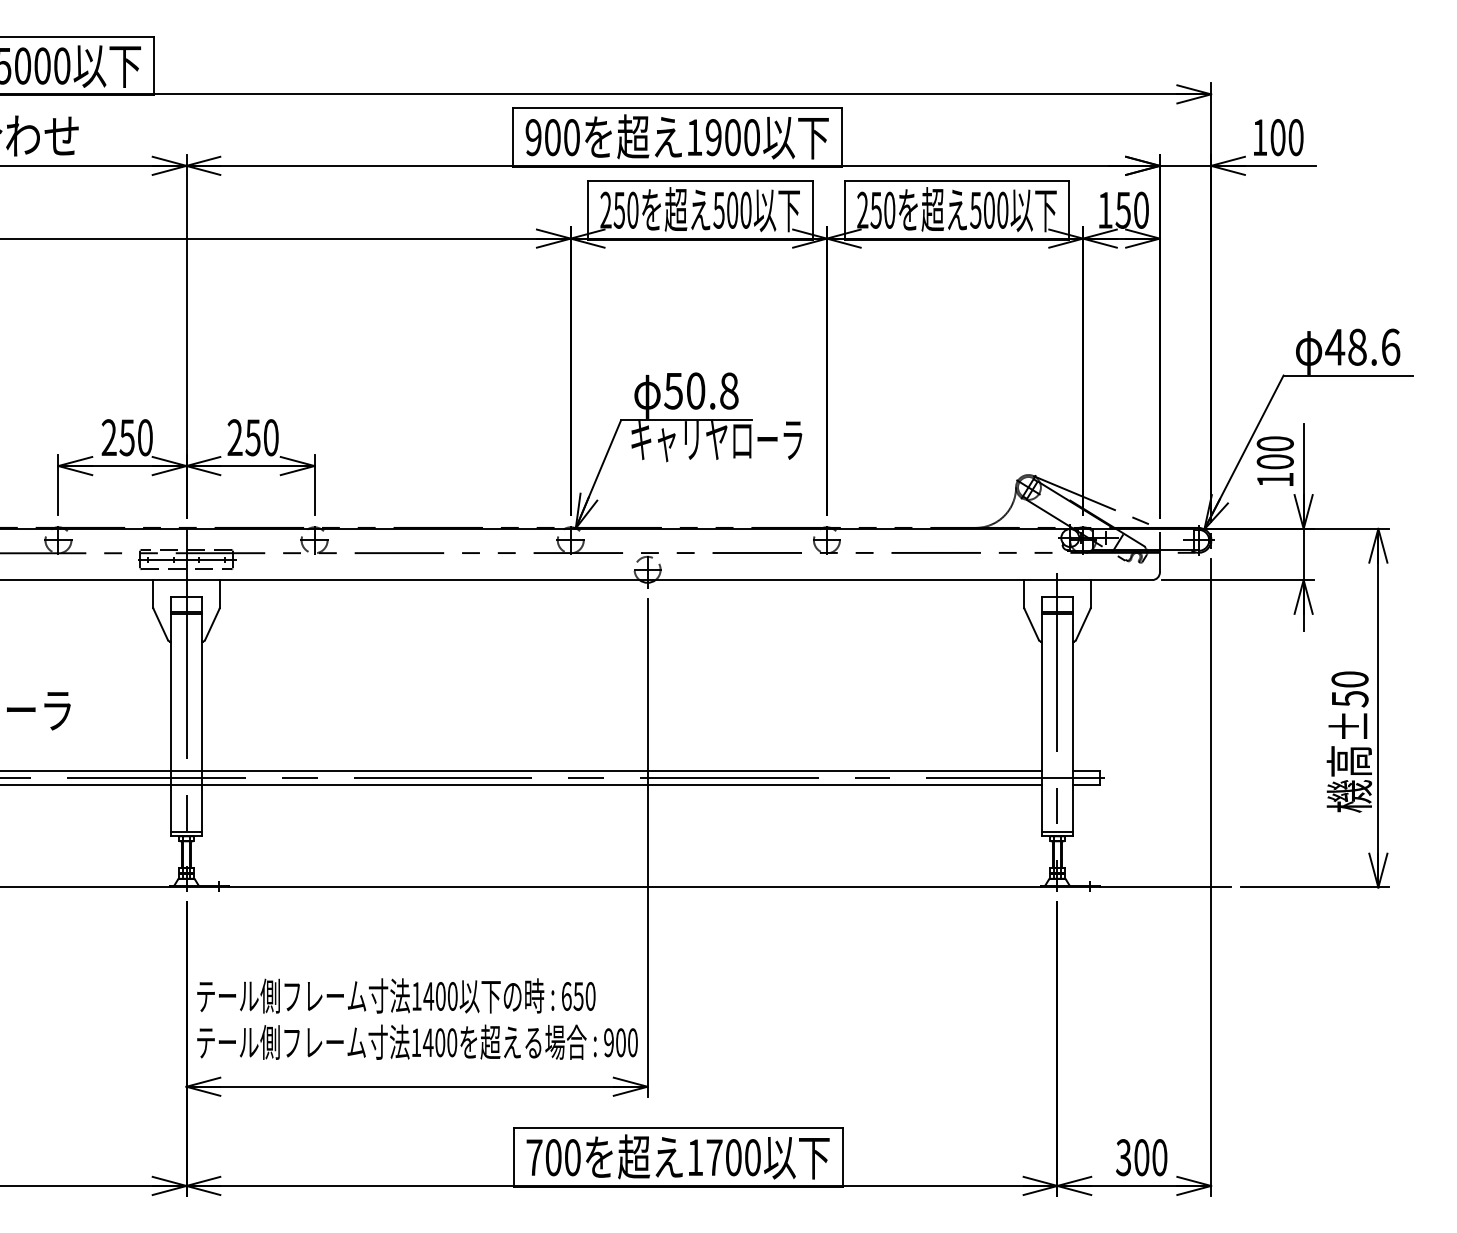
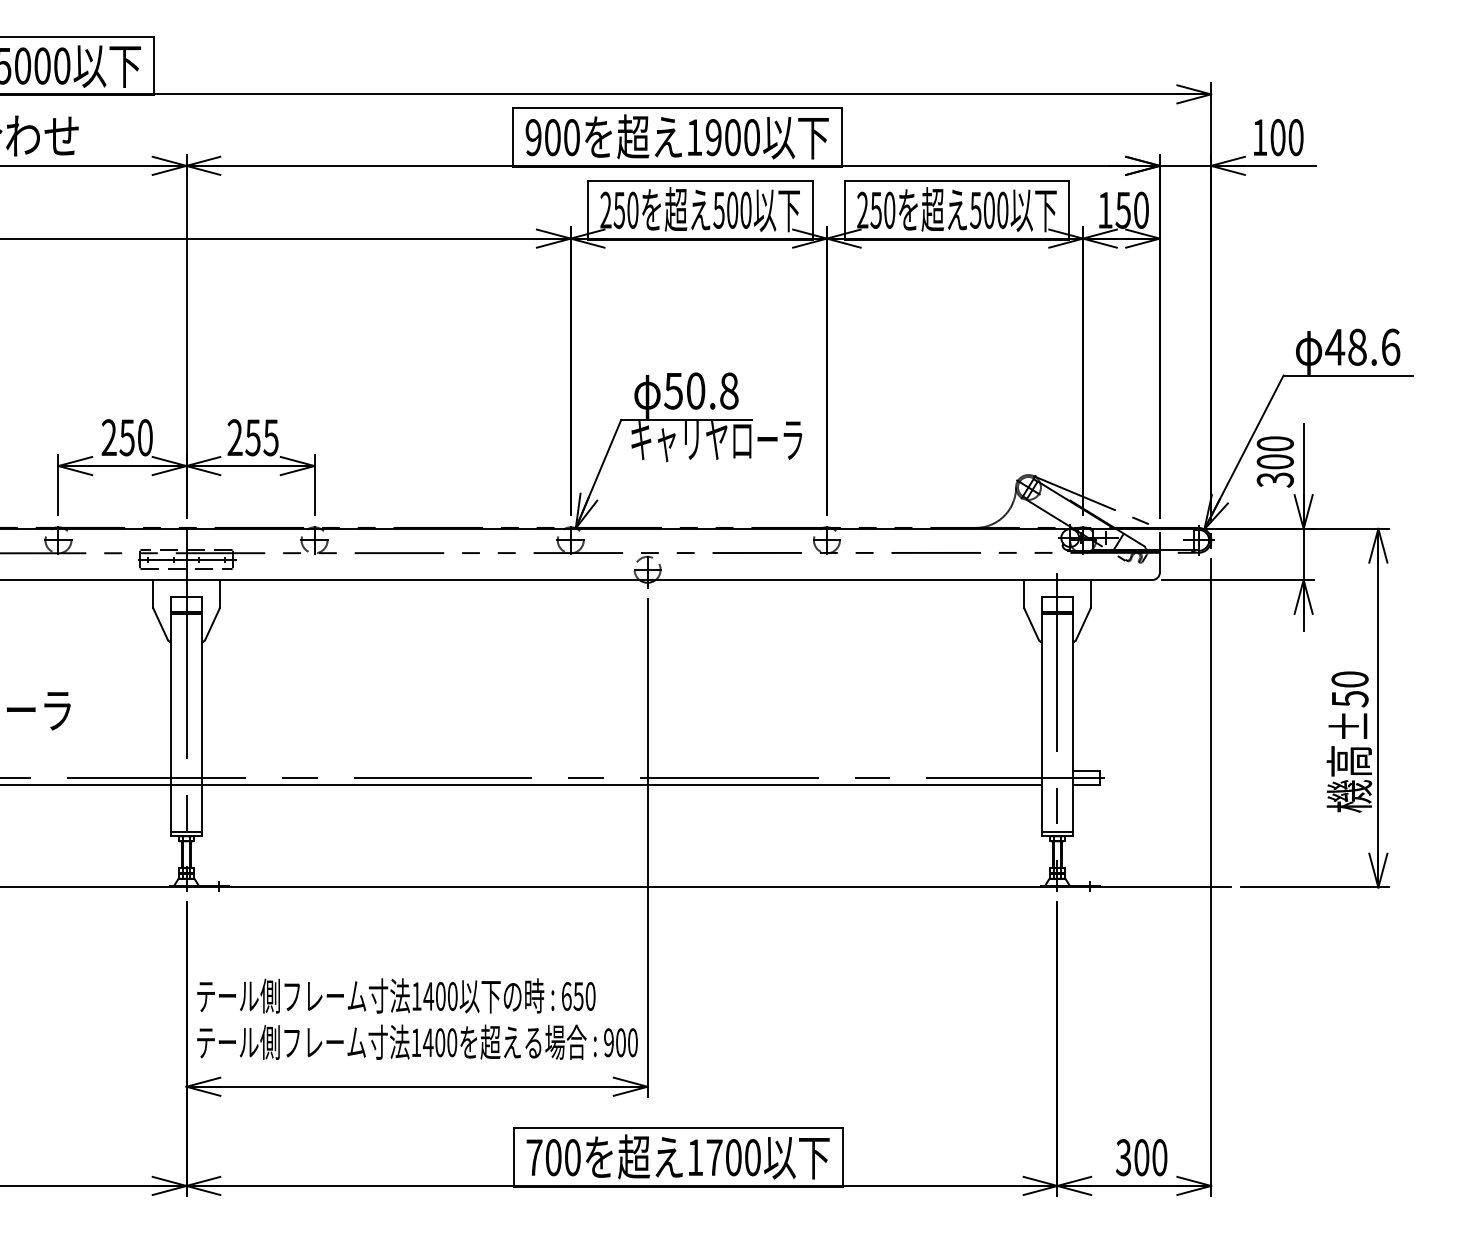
text at (270, 437): 250 -> 255
text at (1274, 479): 100 -> 300
line at (522, 771): present -> none
